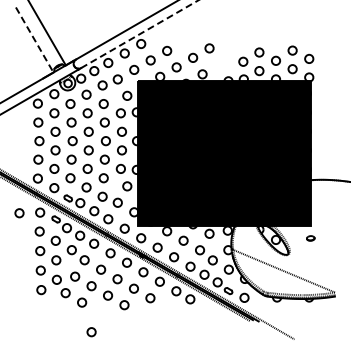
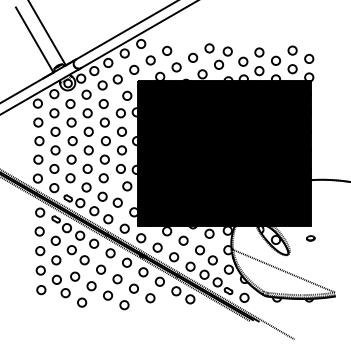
line at (139, 34): dashed -> solid
line at (34, 40): dashed -> solid
part at (223, 57): none -> present
circle at (19, 213): present -> none
circle at (91, 332): present -> none
